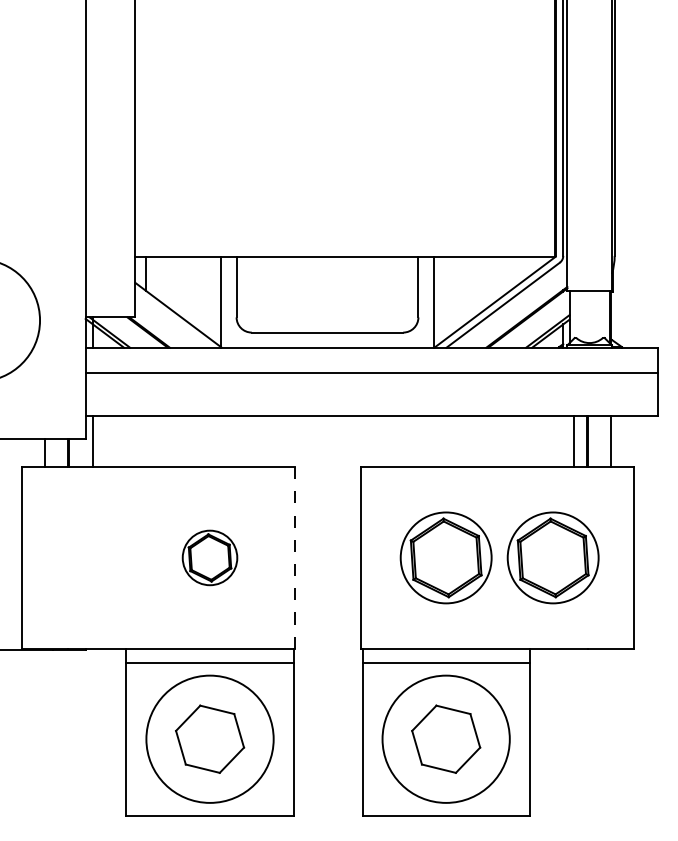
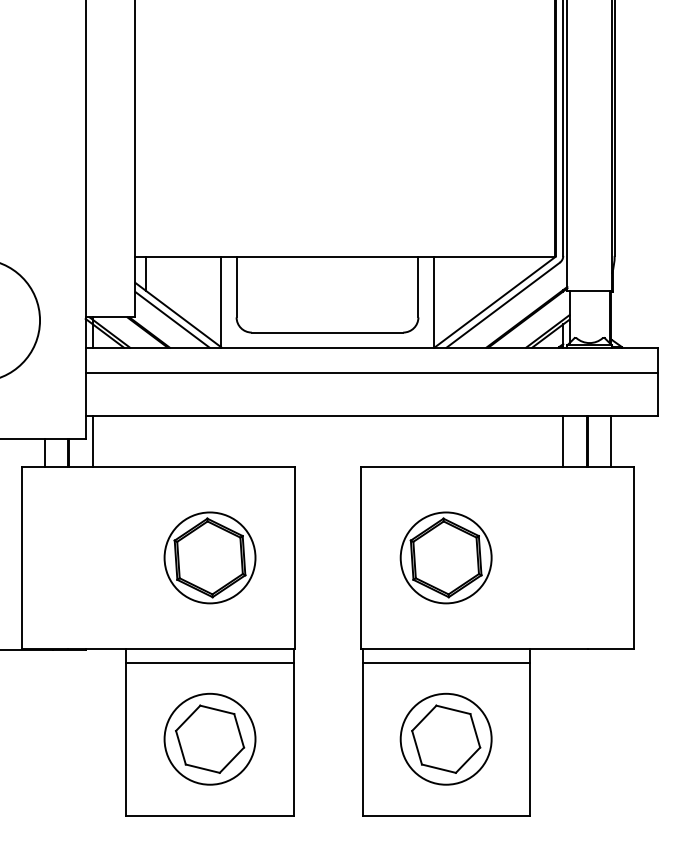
line at (172, 319): none -> present
line at (574, 441) position: (574, 441) -> (563, 441)
part at (209, 557) size: 58x58 px -> 94x94 px
line at (294, 557): dashed -> solid
part at (552, 557): present -> none
circle at (209, 738) diameter: 127 px -> 91 px
circle at (445, 738) diameter: 127 px -> 91 px
